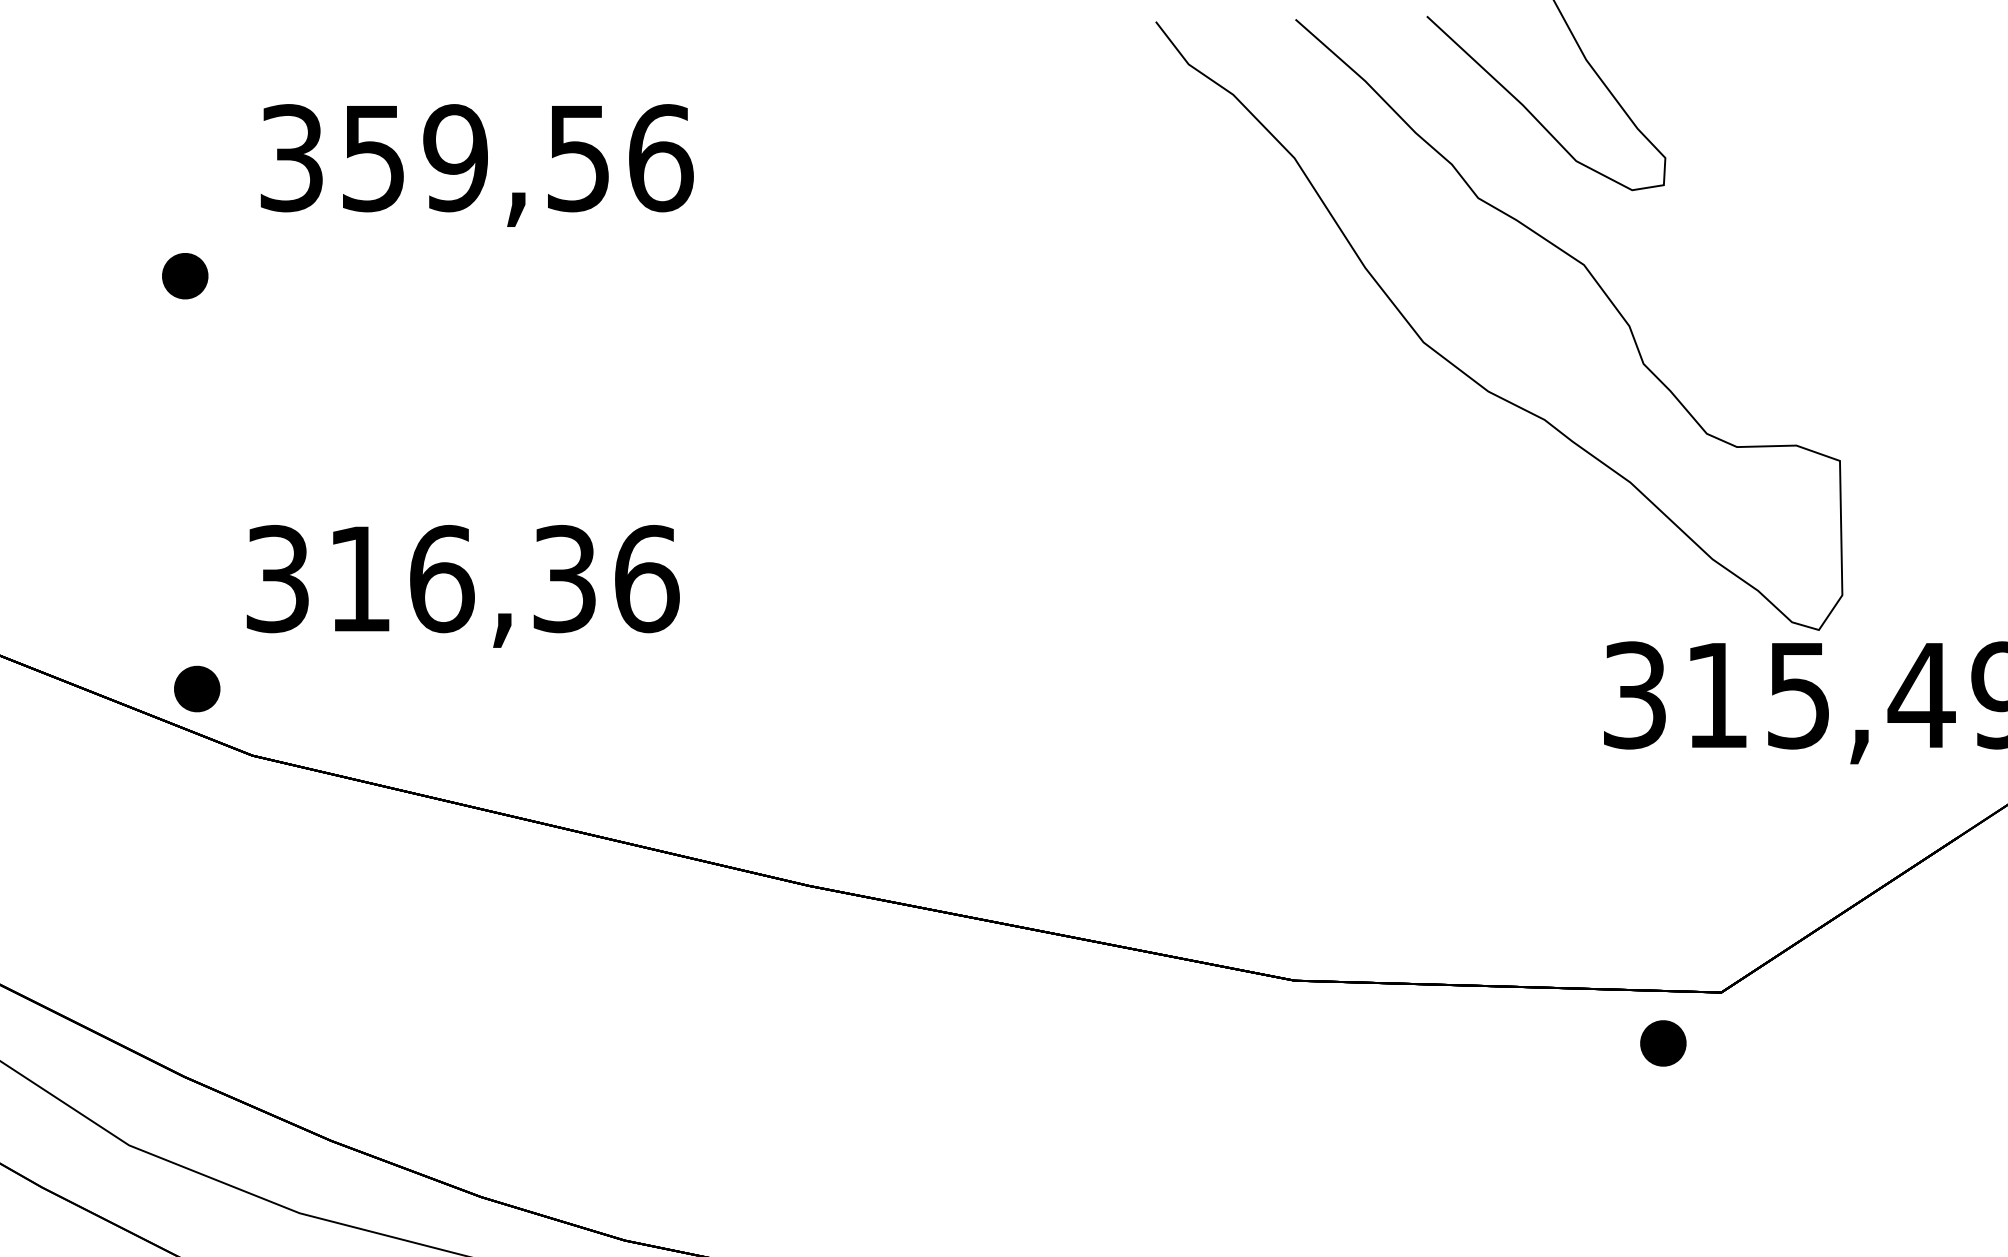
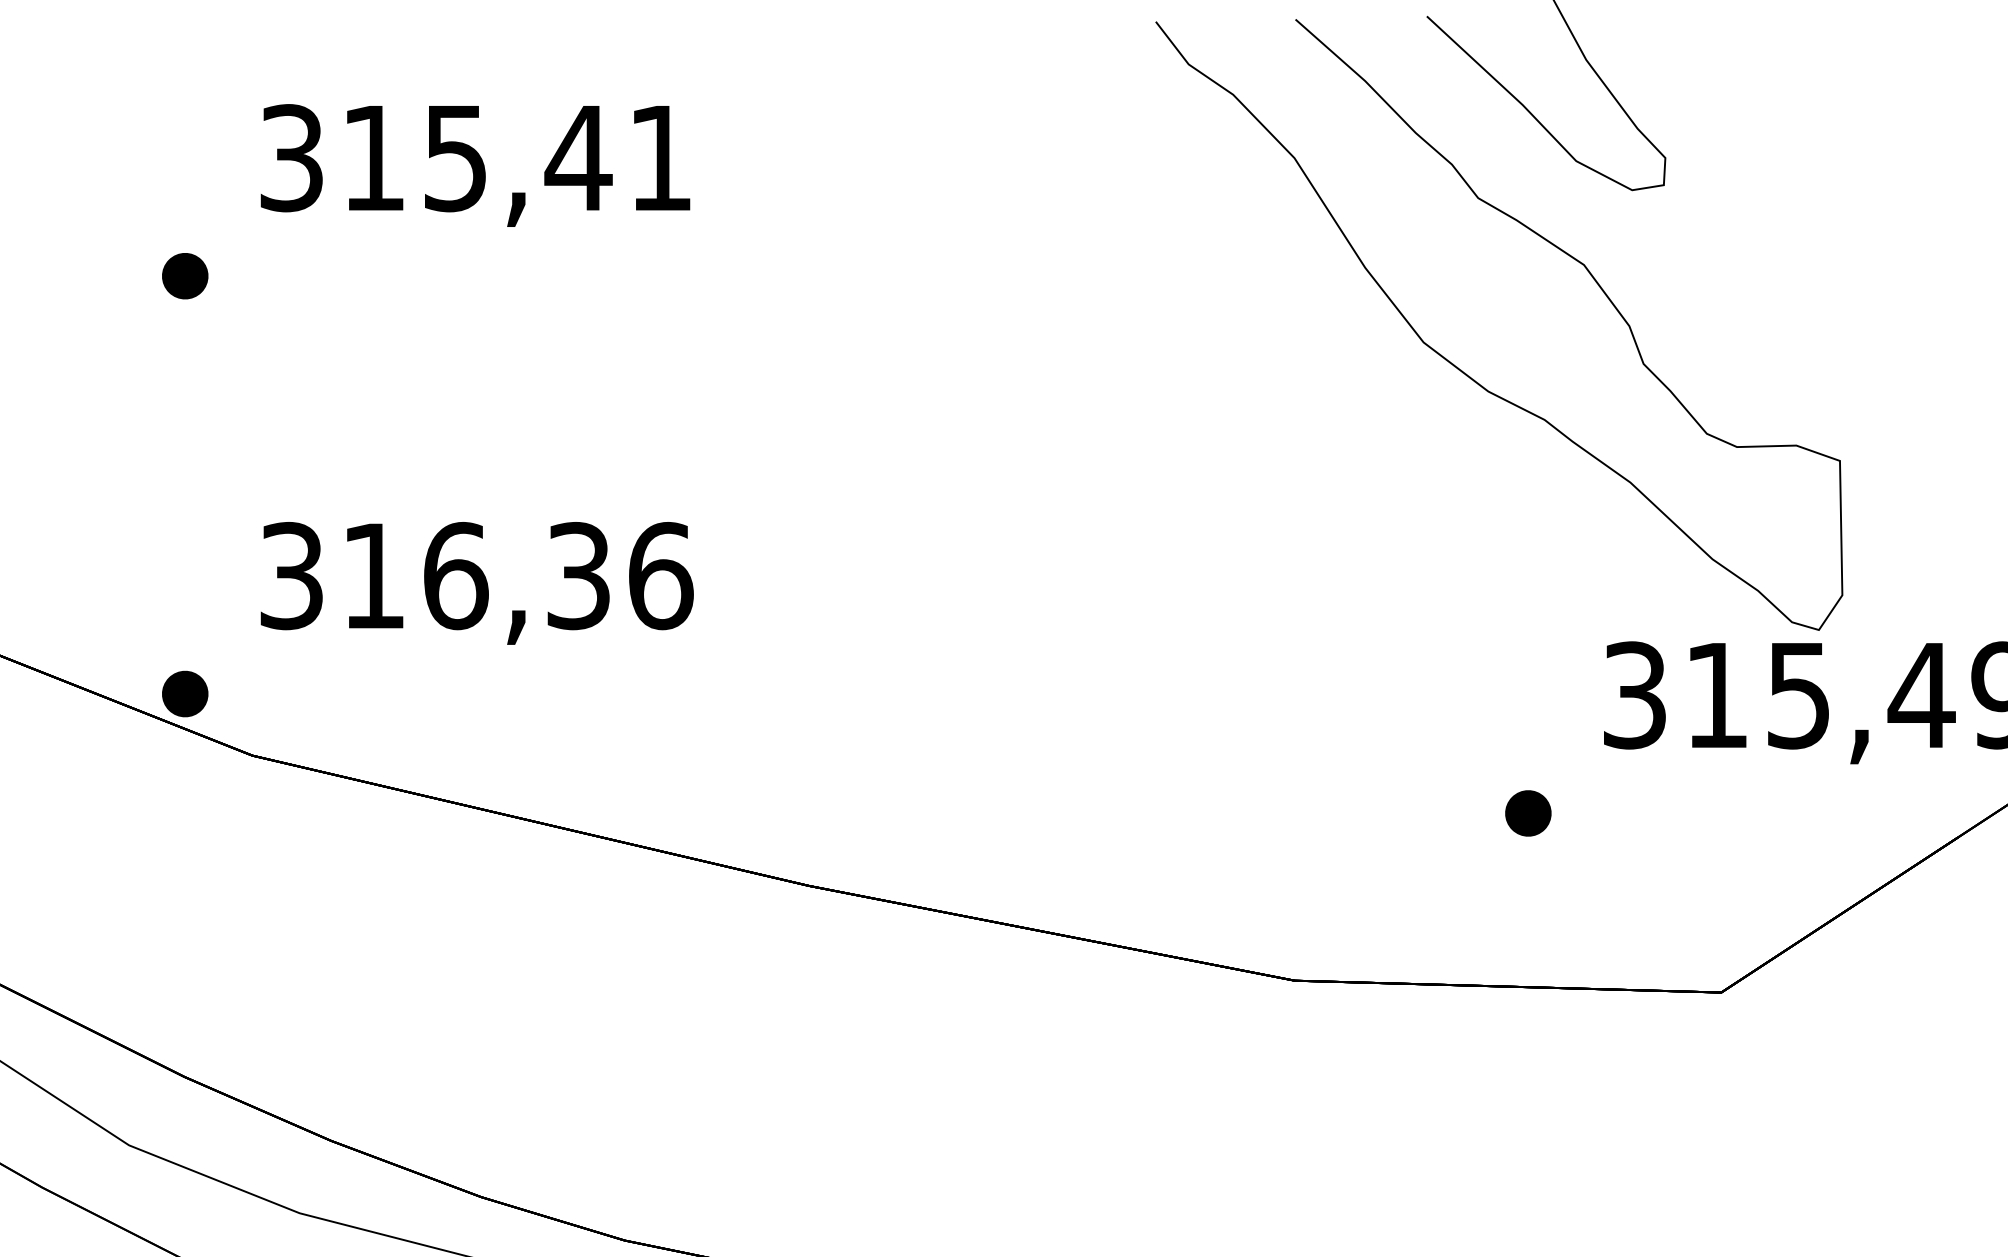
text at (518, 158): 359,56 -> 315,41
text at (462, 586) position: (462, 586) -> (476, 583)
part at (197, 688) position: (197, 688) -> (185, 693)
part at (1663, 1043) position: (1663, 1043) -> (1528, 813)
